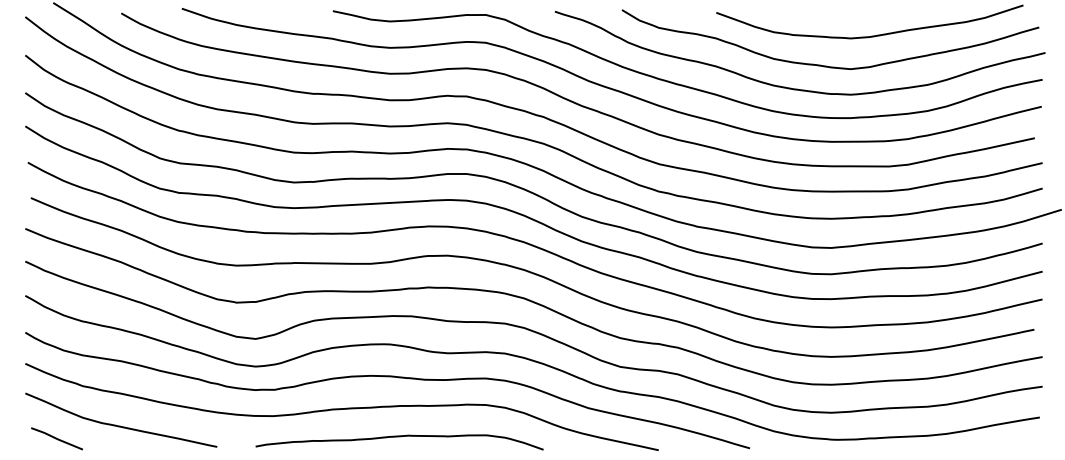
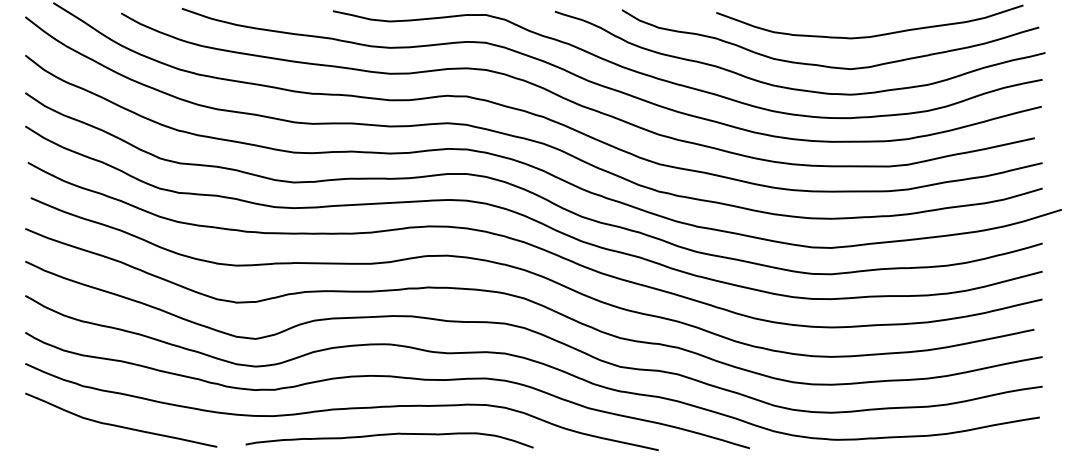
curve at (399, 437) position: (399, 437) -> (389, 435)
line at (56, 438): present -> none
